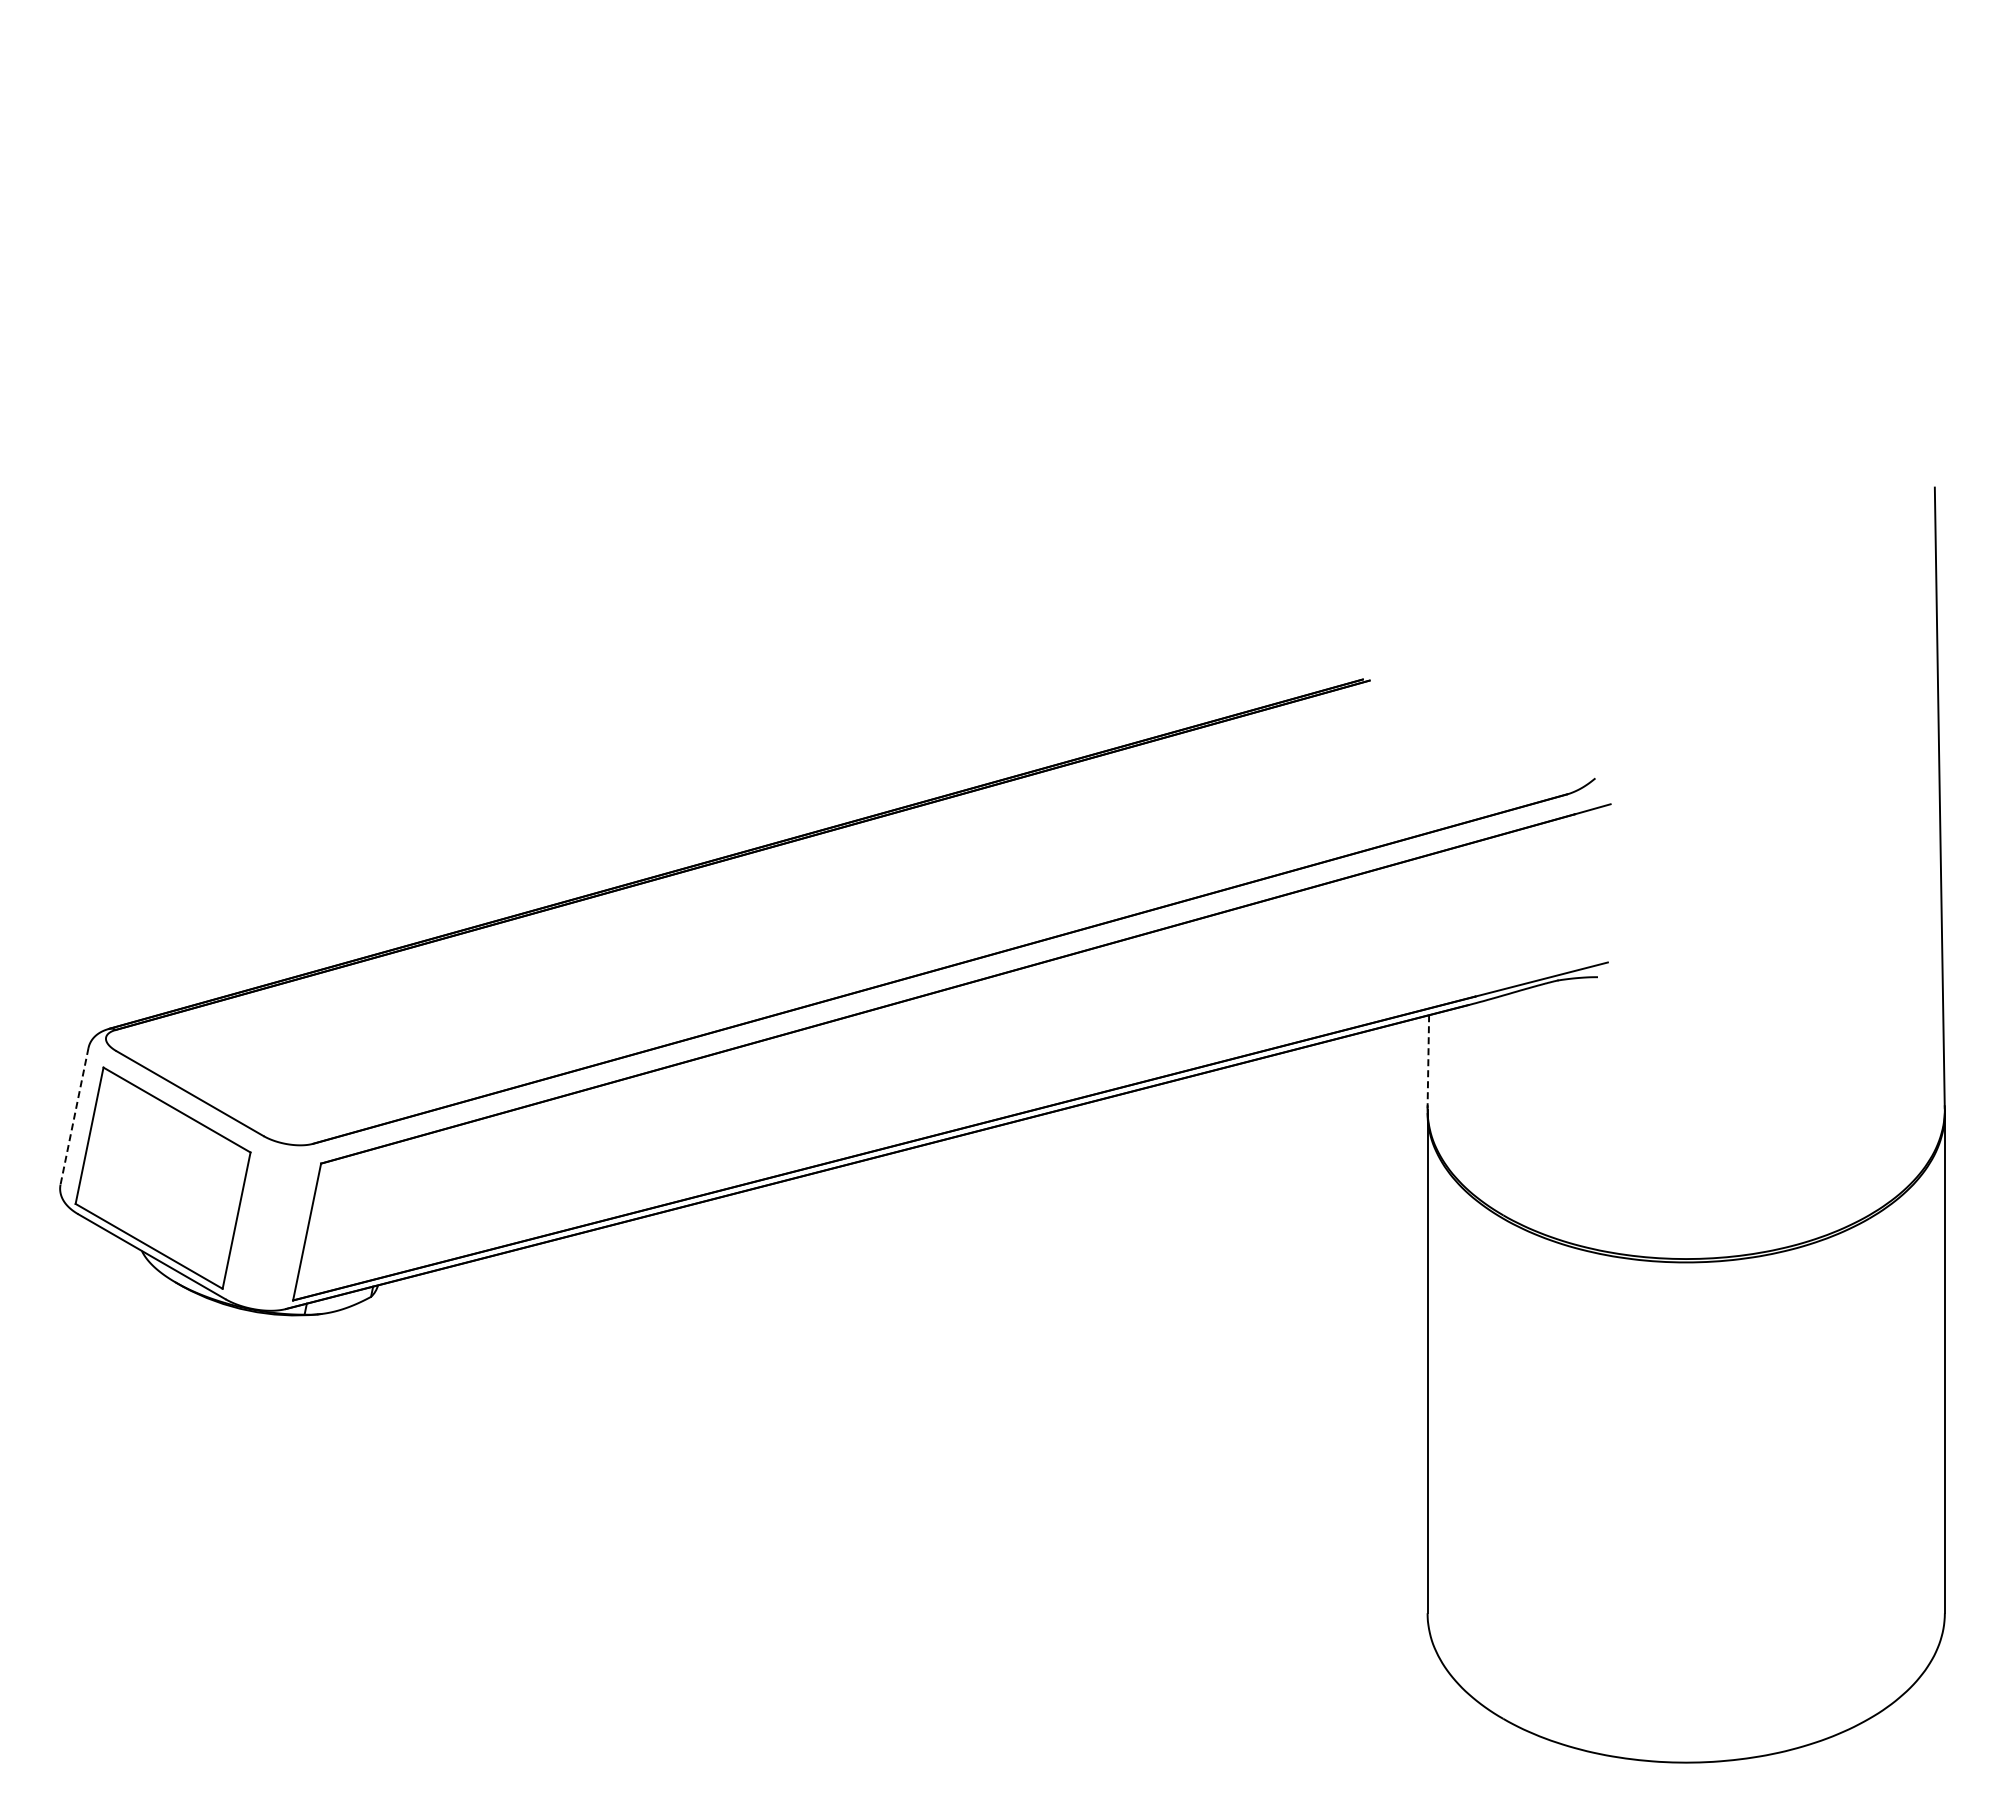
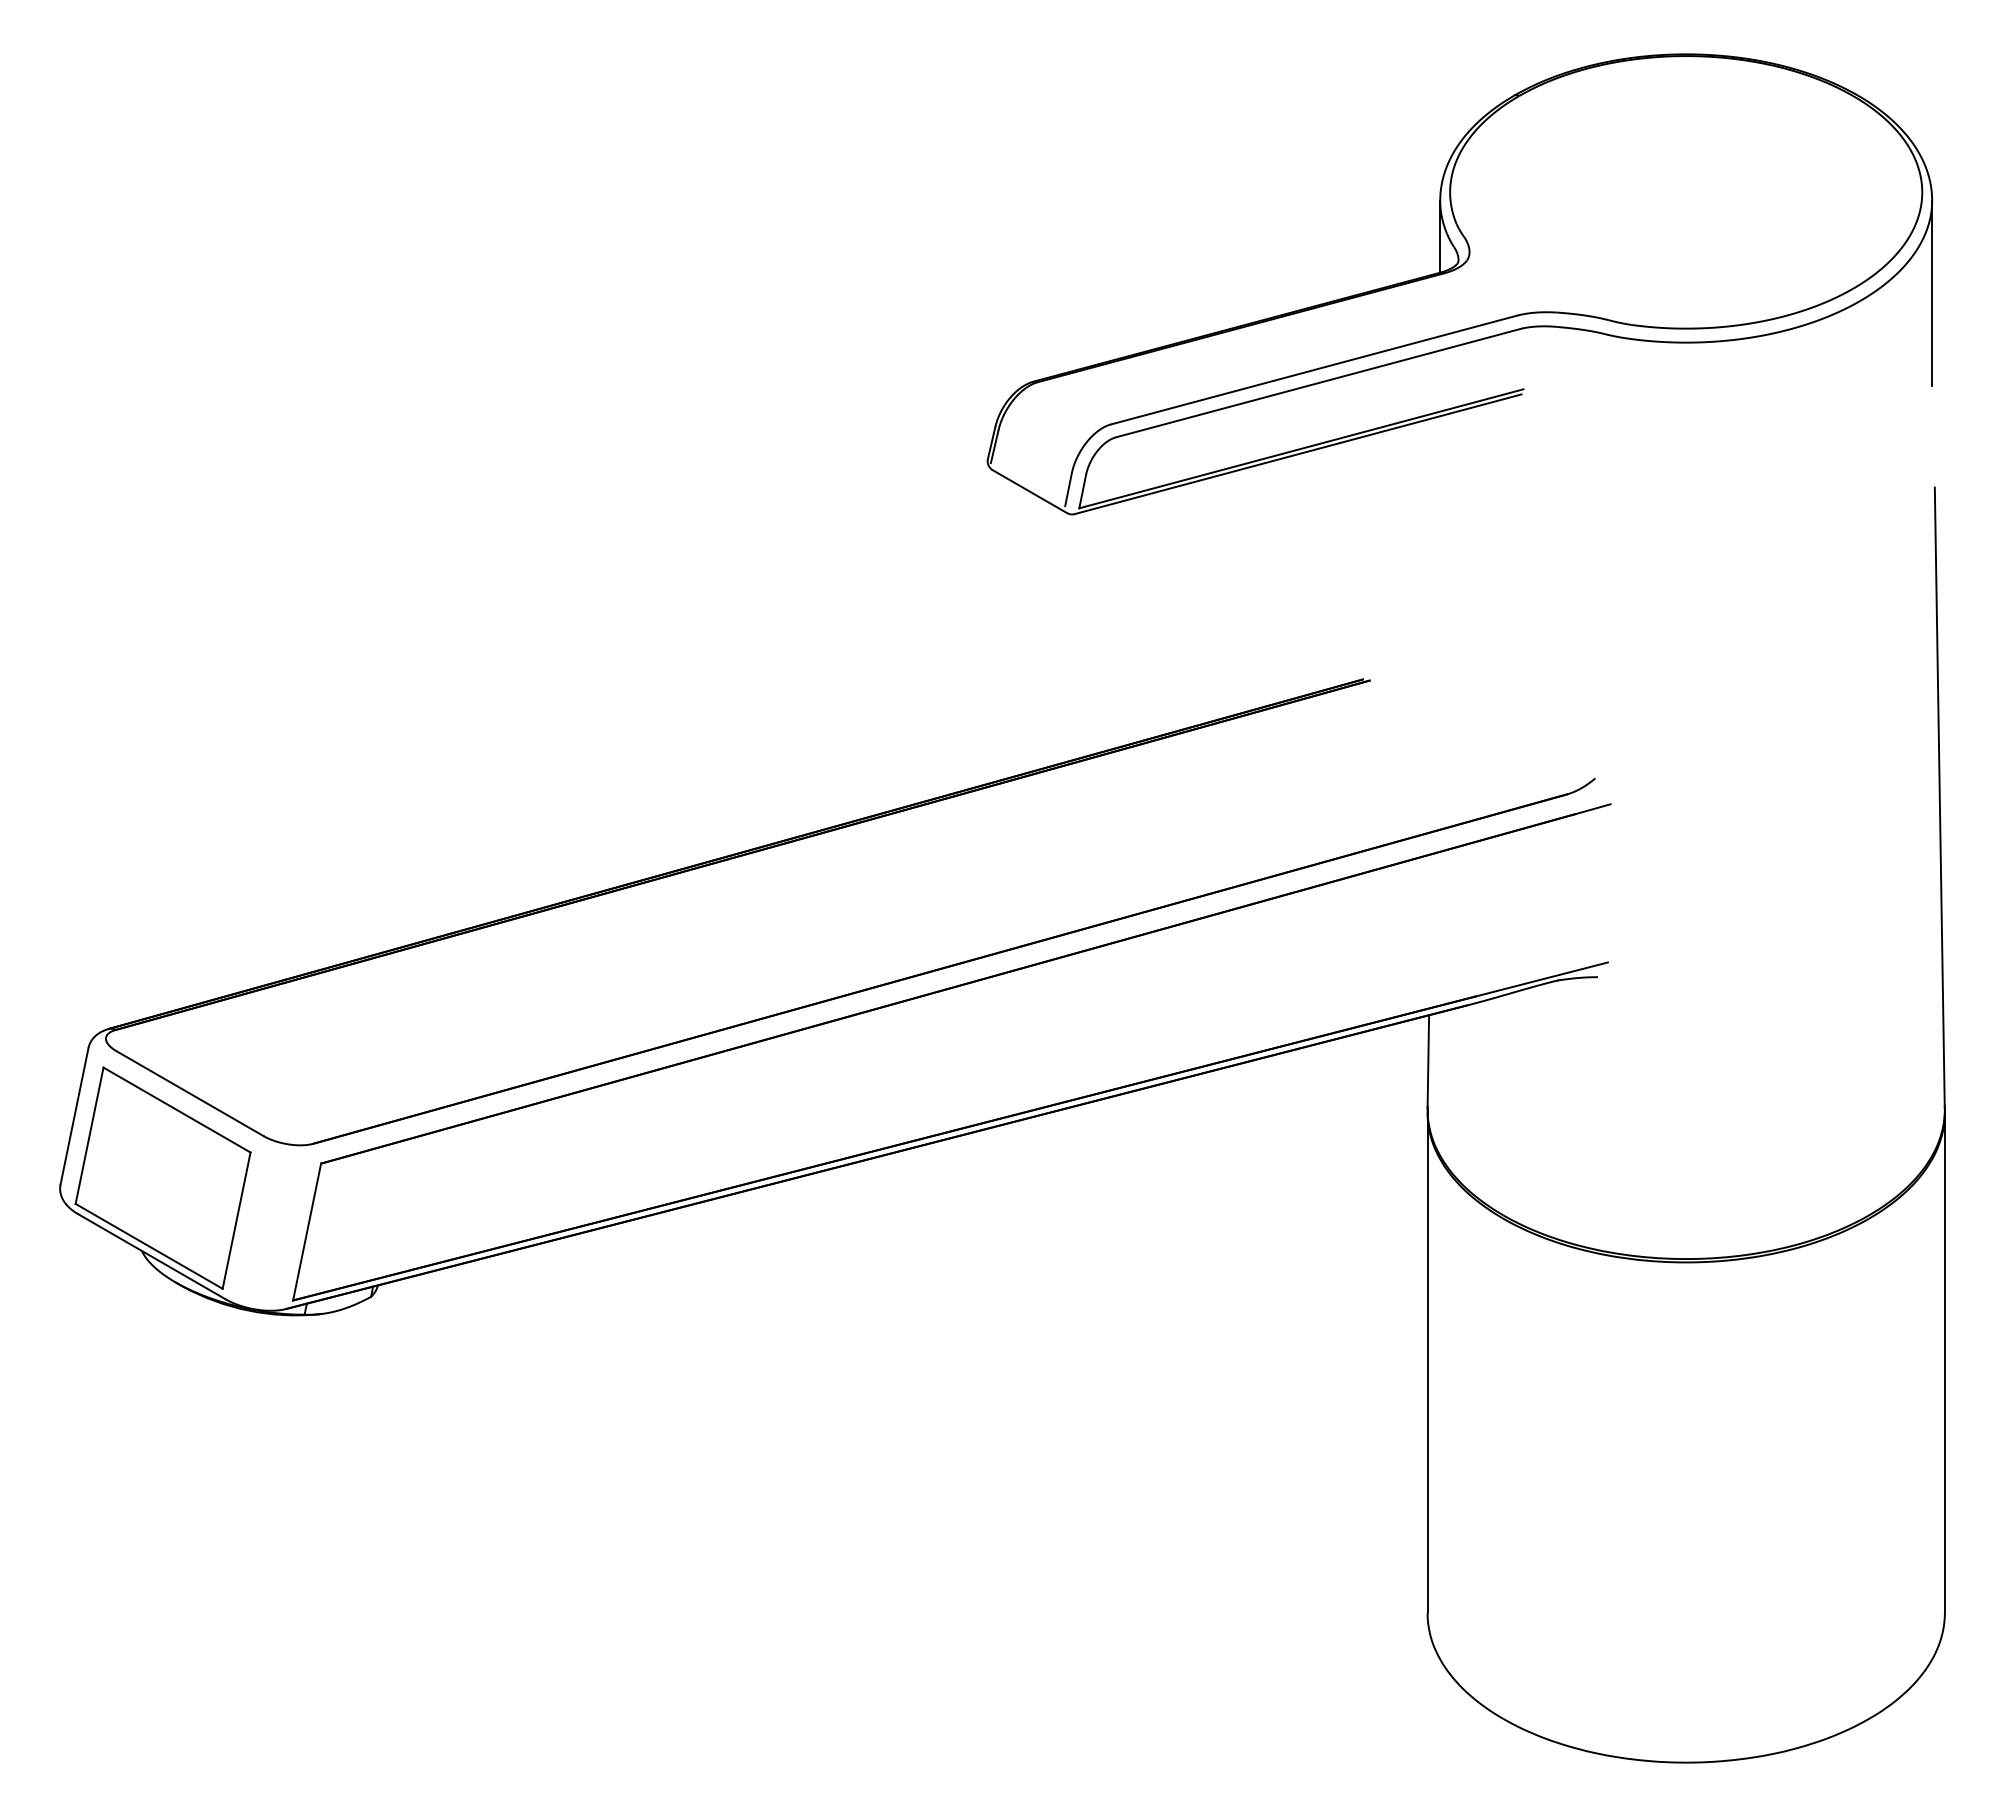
part at (1453, 271): none -> present
line at (1428, 1061): dashed -> solid
line at (74, 1116): dashed -> solid
